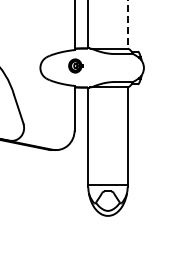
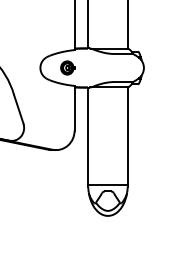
line at (127, 24): dashed -> solid
part at (75, 65) position: (75, 65) -> (67, 67)
